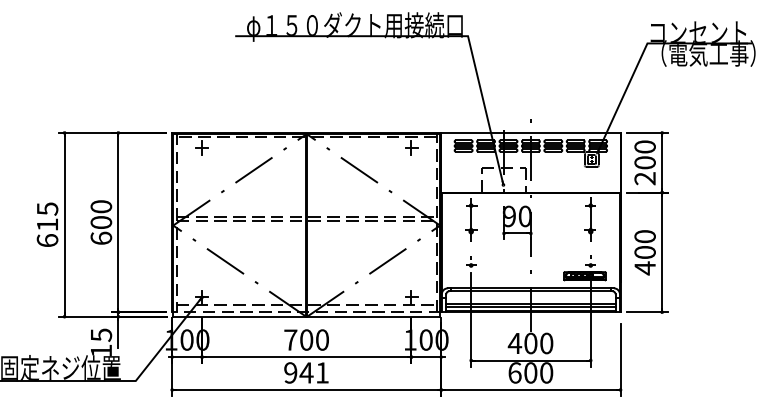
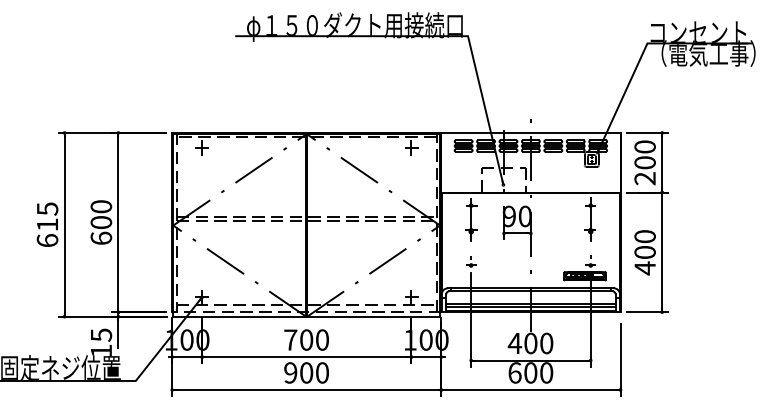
text at (313, 372): 941 -> 900
